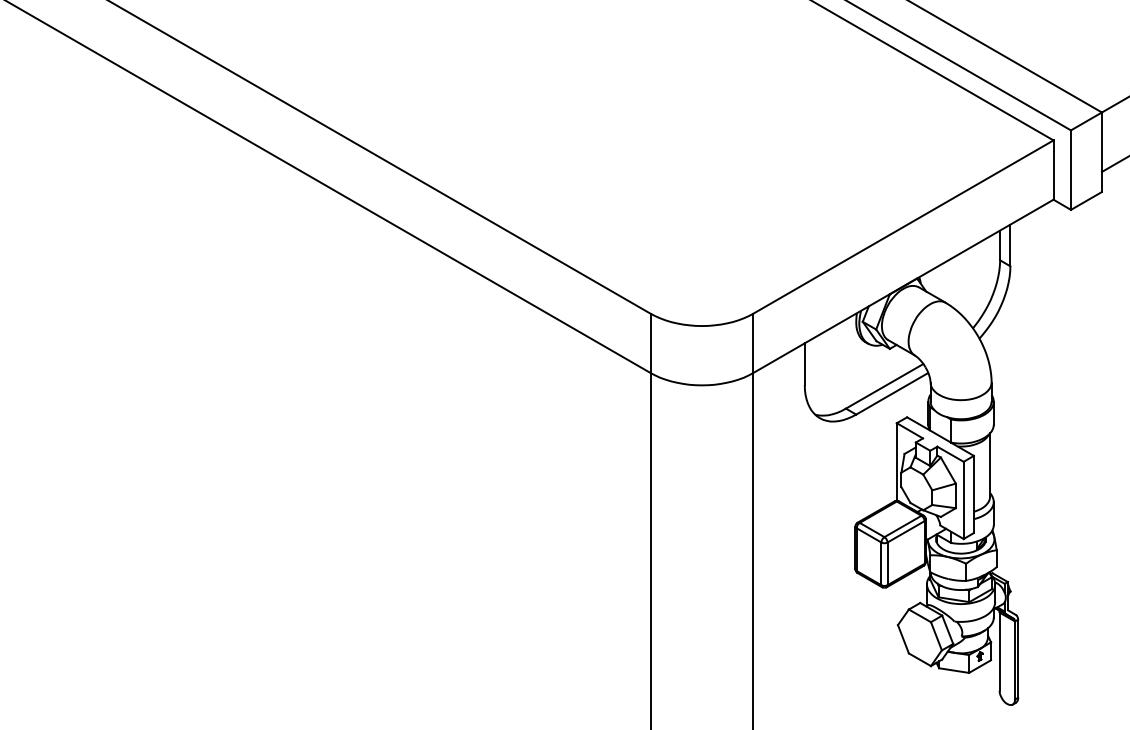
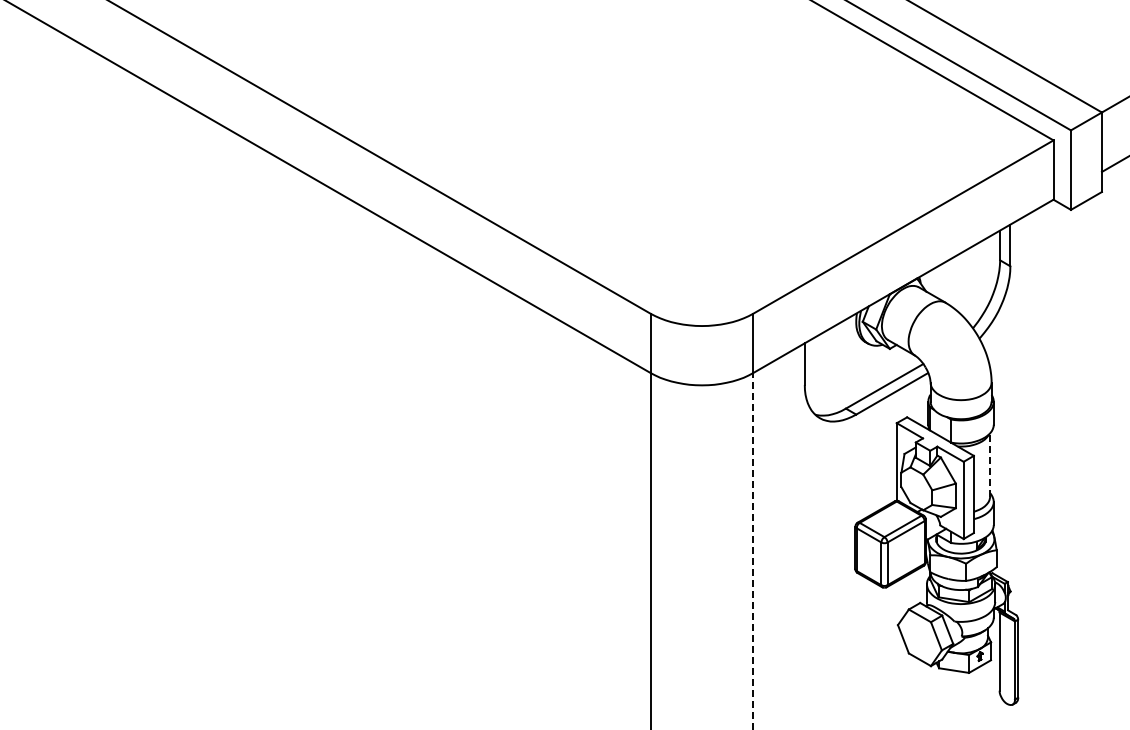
line at (990, 465): solid -> dashed
line at (753, 550): solid -> dashed
